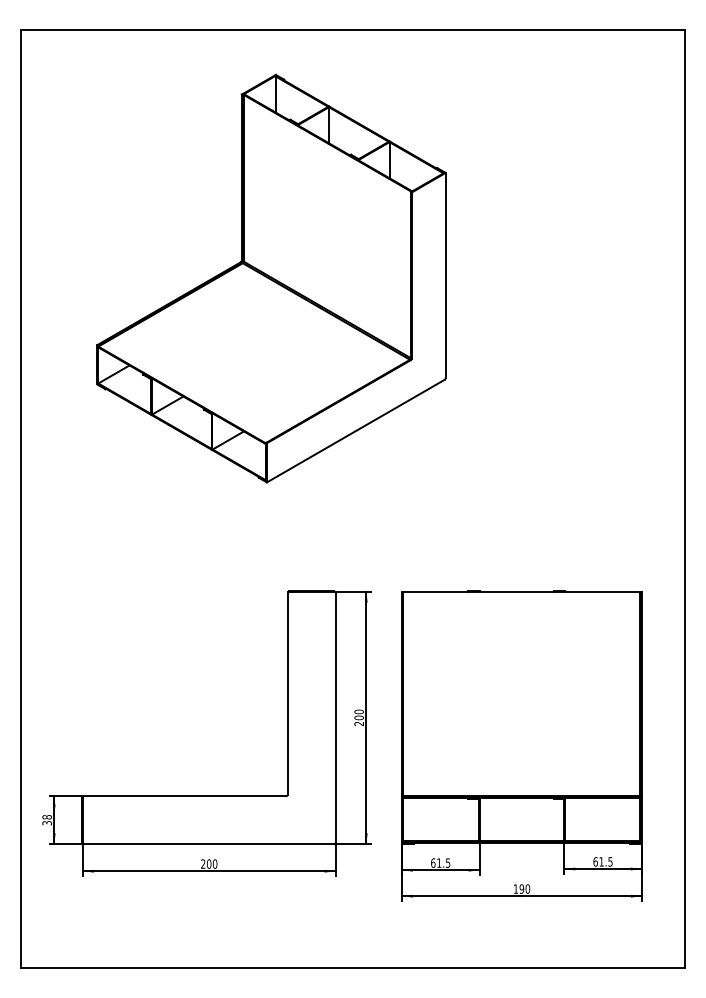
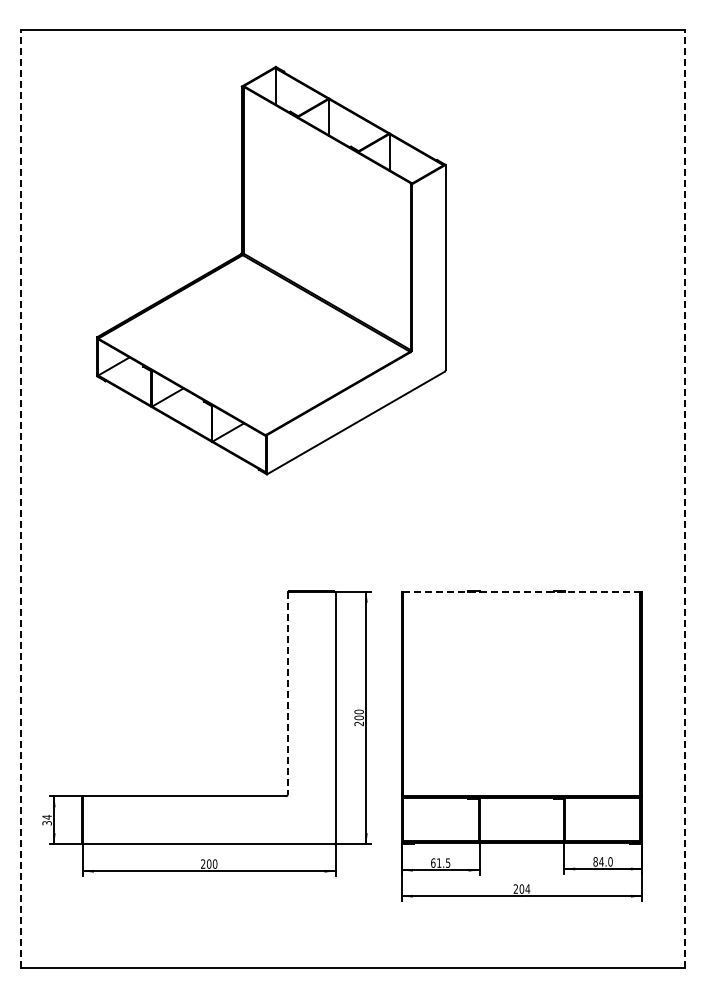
part at (271, 278) position: (271, 278) -> (271, 270)
line at (21, 498): solid -> dashed
line at (684, 498): solid -> dashed
line at (522, 591): solid -> dashed
line at (287, 693): solid -> dashed
text at (46, 817): 38 -> 34
text at (602, 861): 61.5 -> 84.0
text at (521, 888): 190 -> 204
